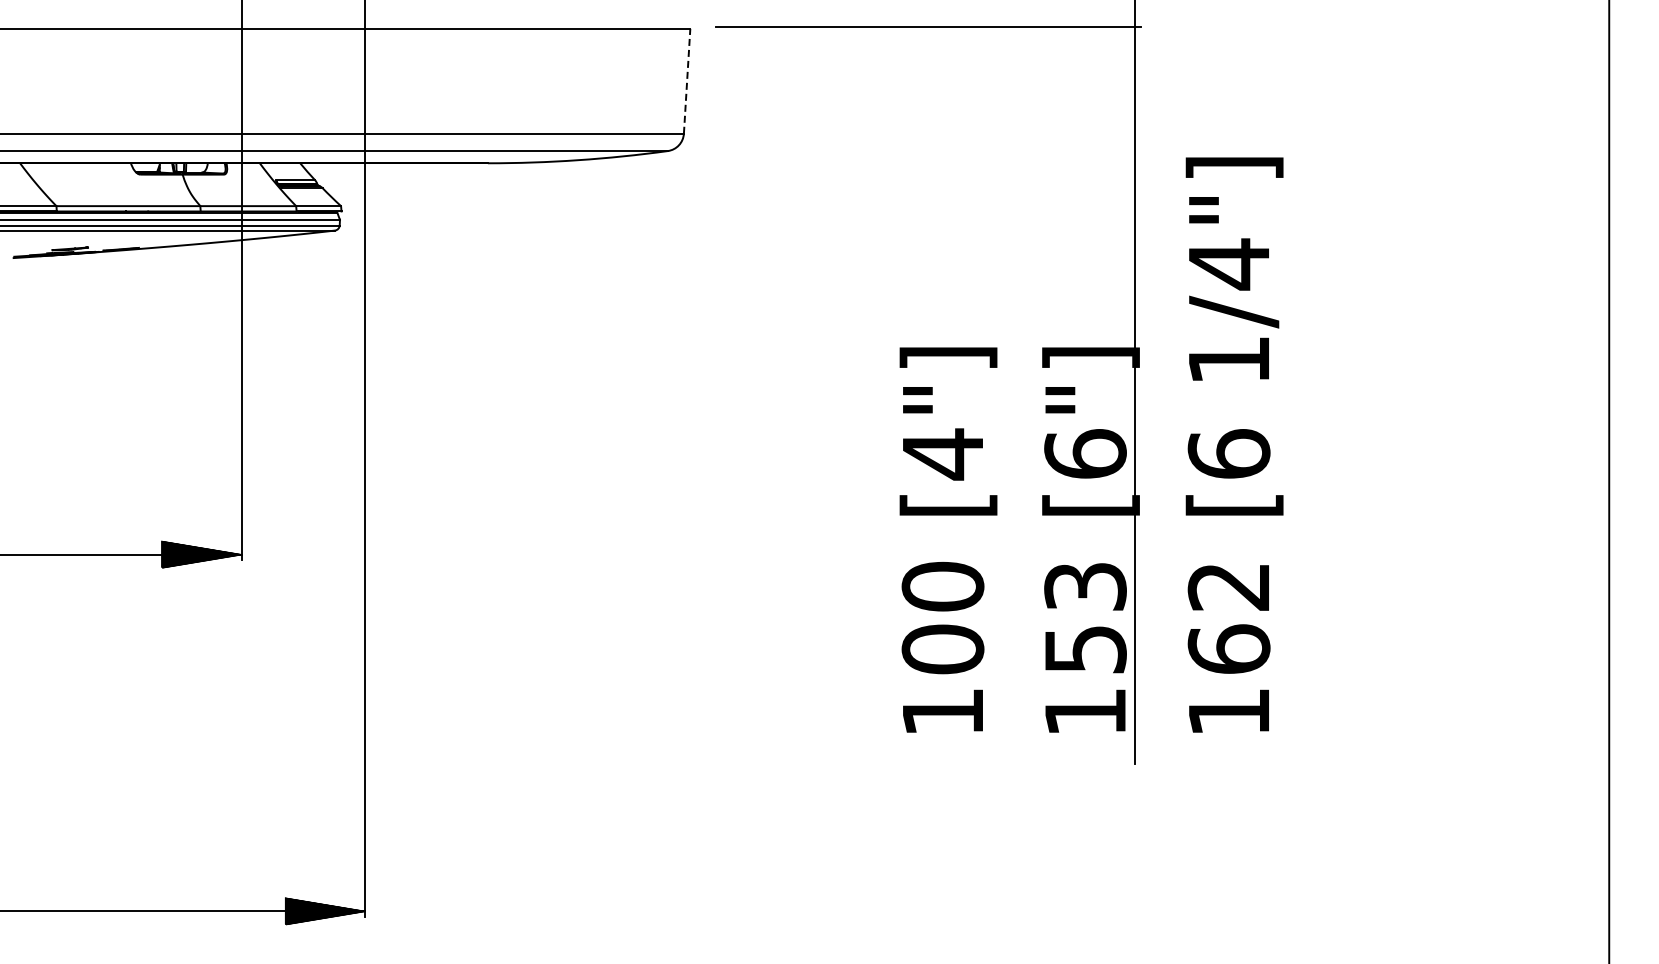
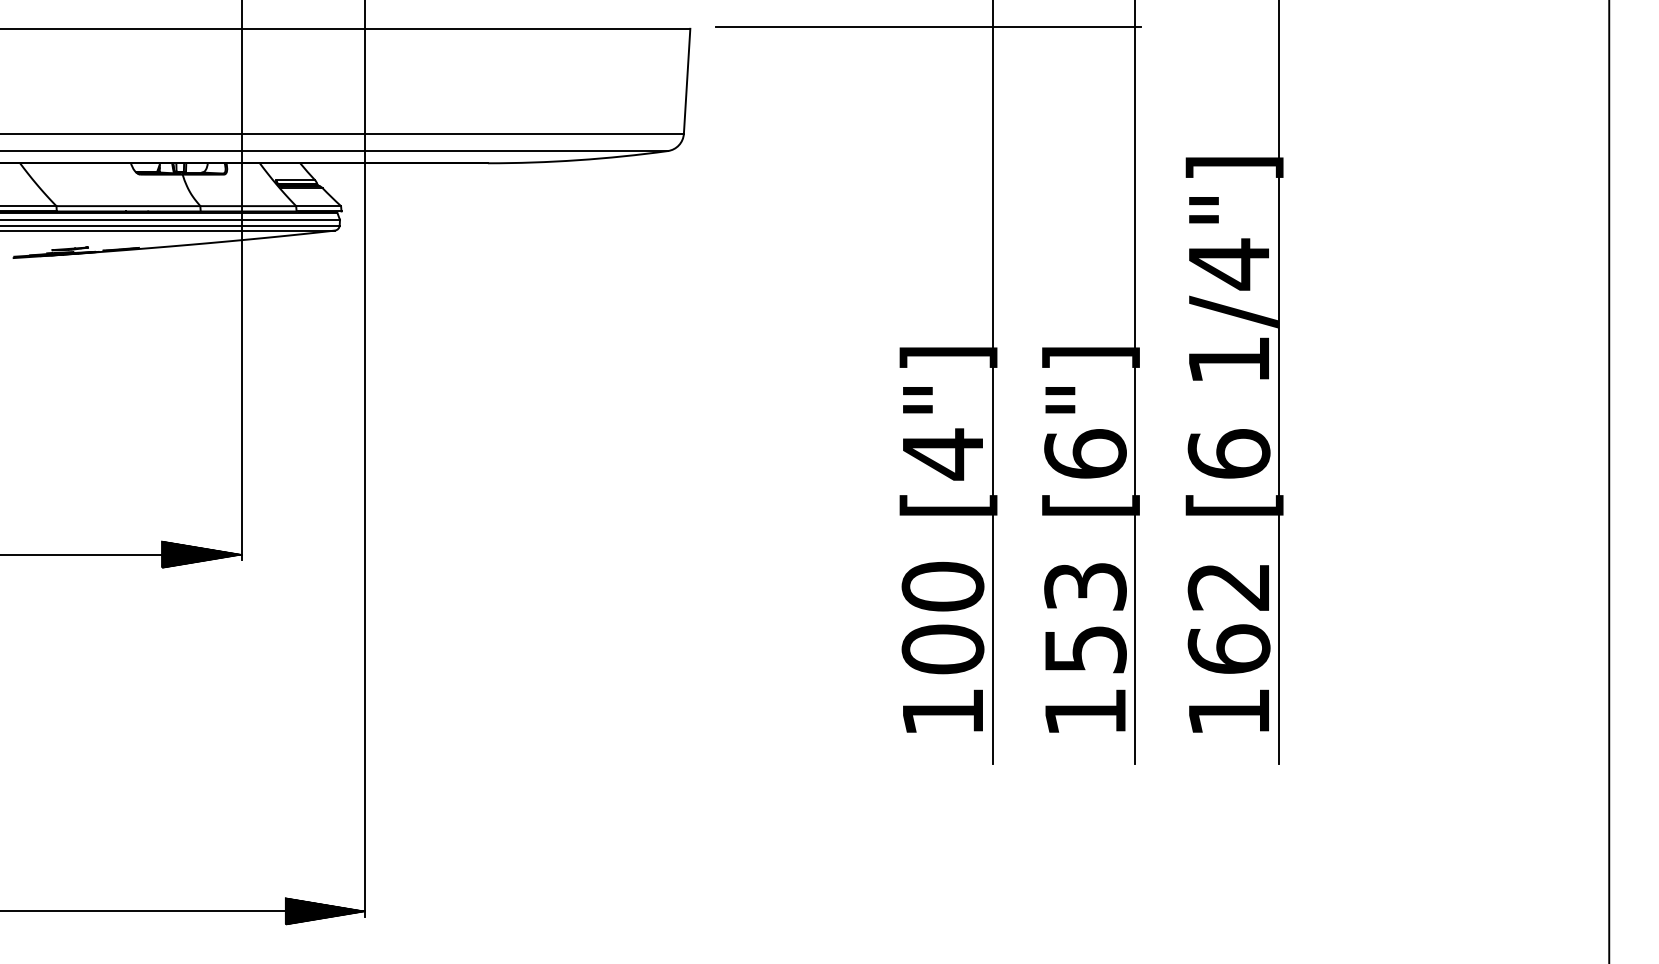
line at (687, 81): dashed -> solid
line at (992, 382): none -> present
line at (1278, 382): none -> present
